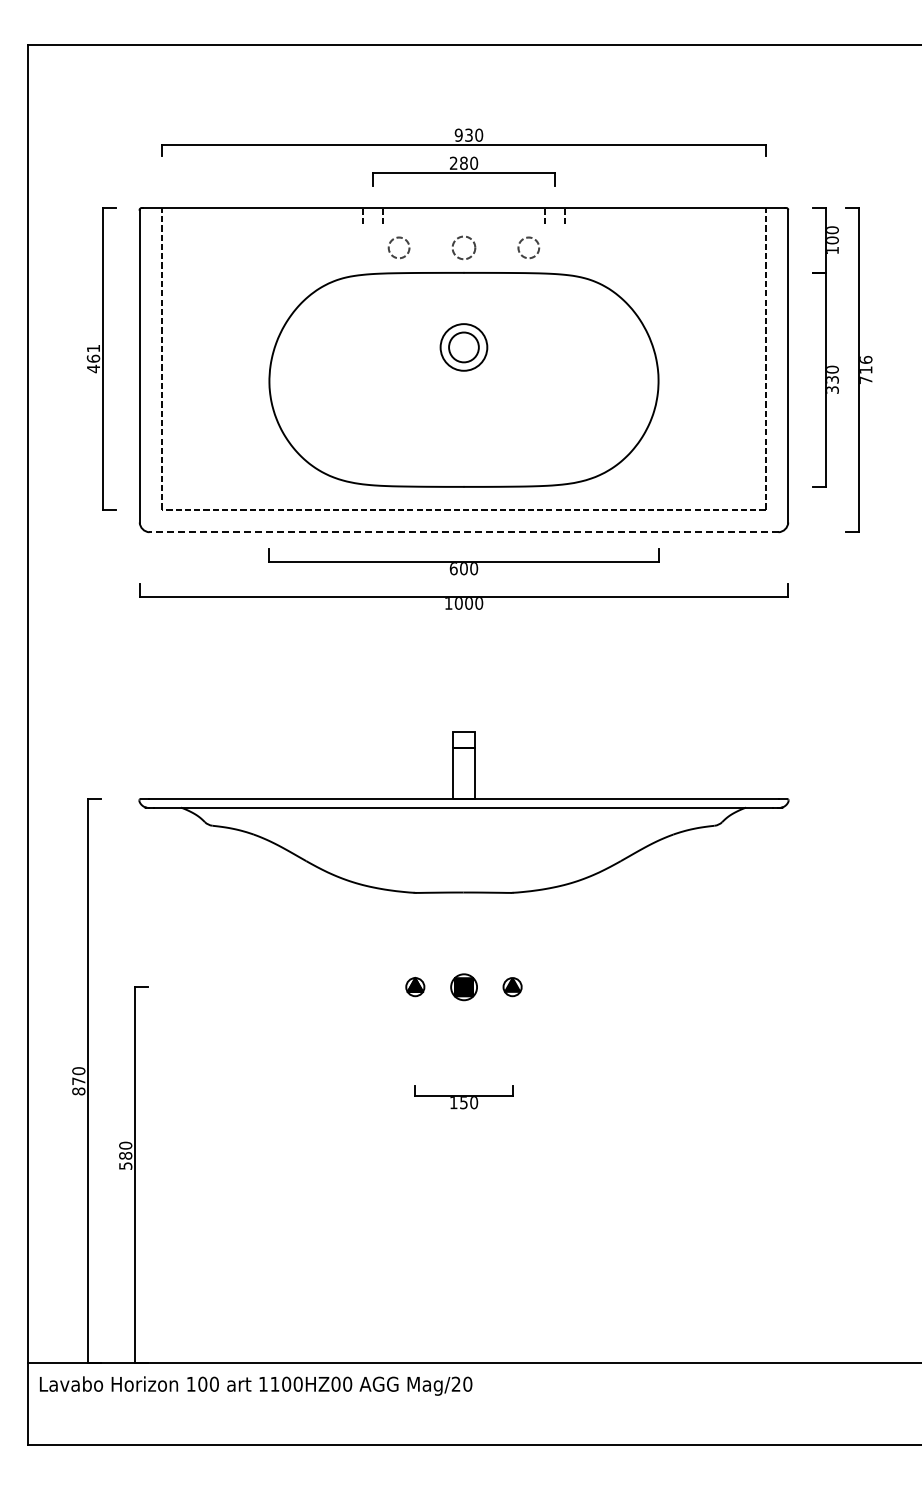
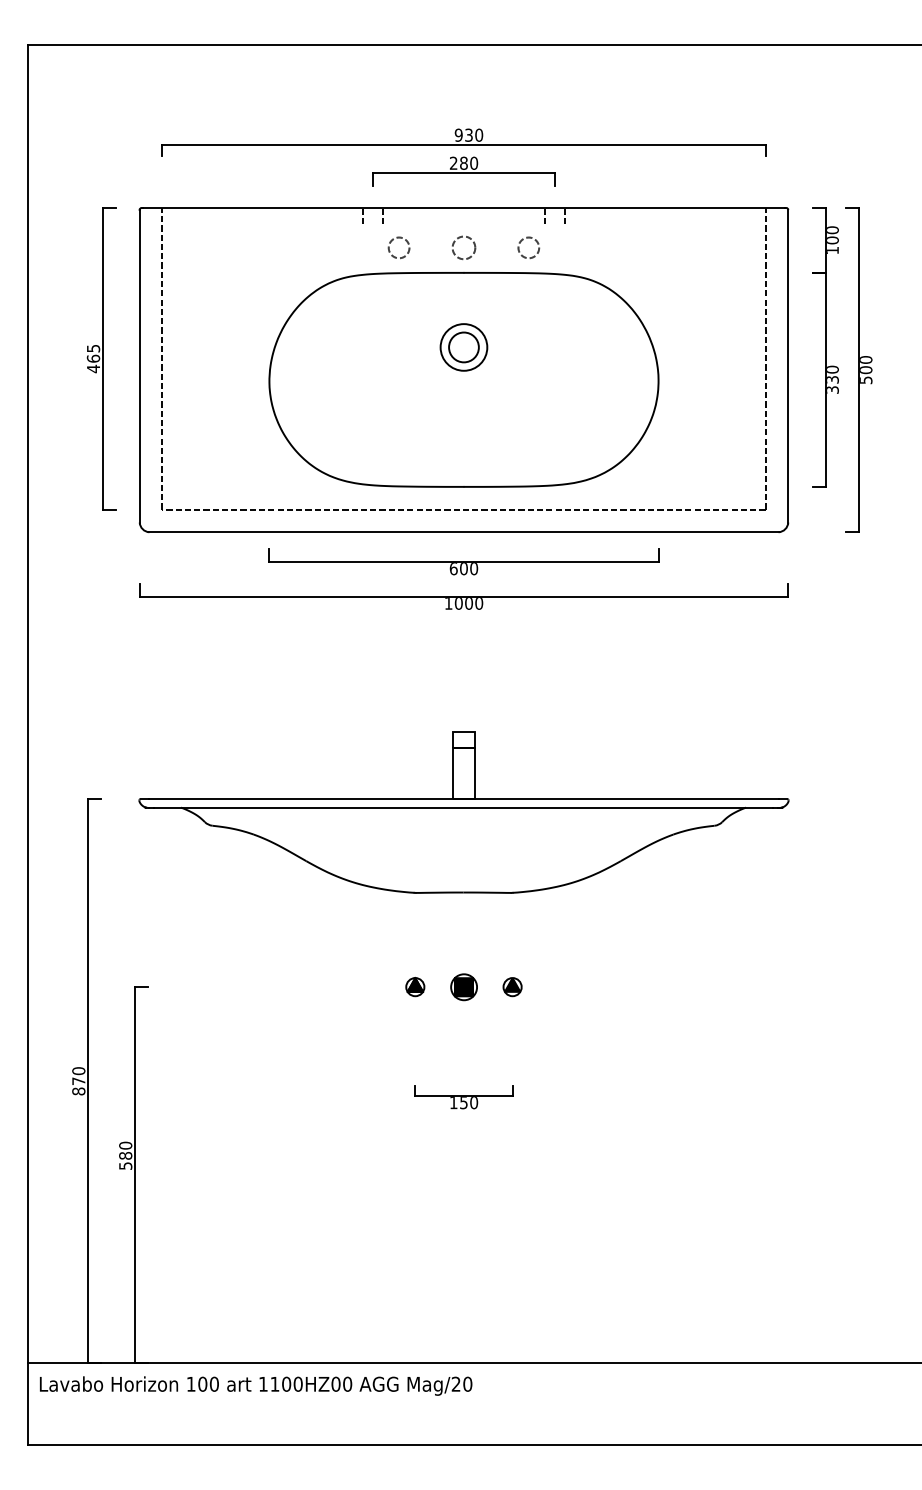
text at (93, 348): 461 -> 465
text at (866, 369): 716 -> 500
line at (463, 532): dashed -> solid
